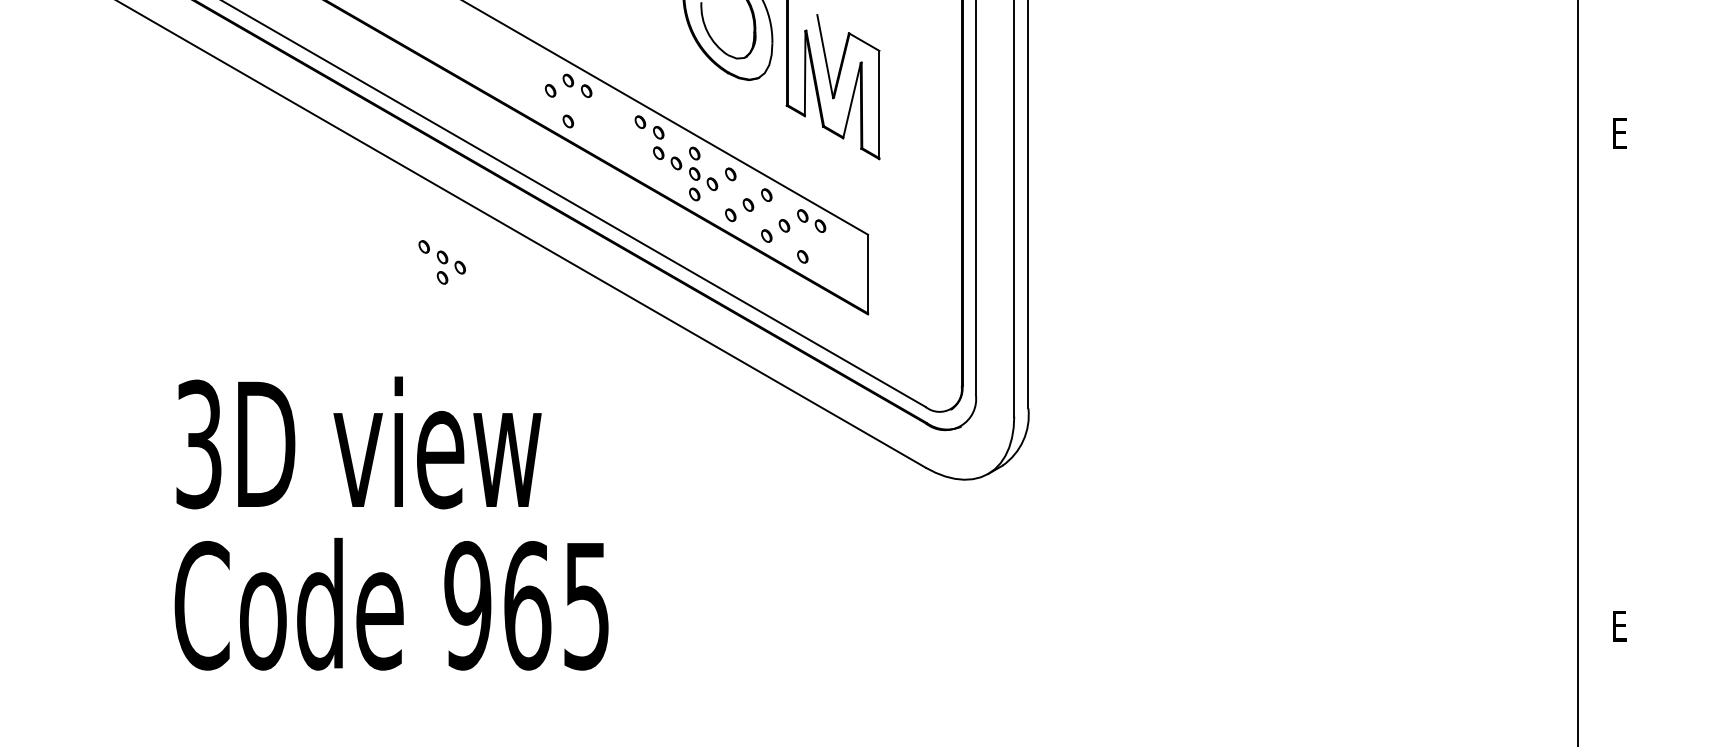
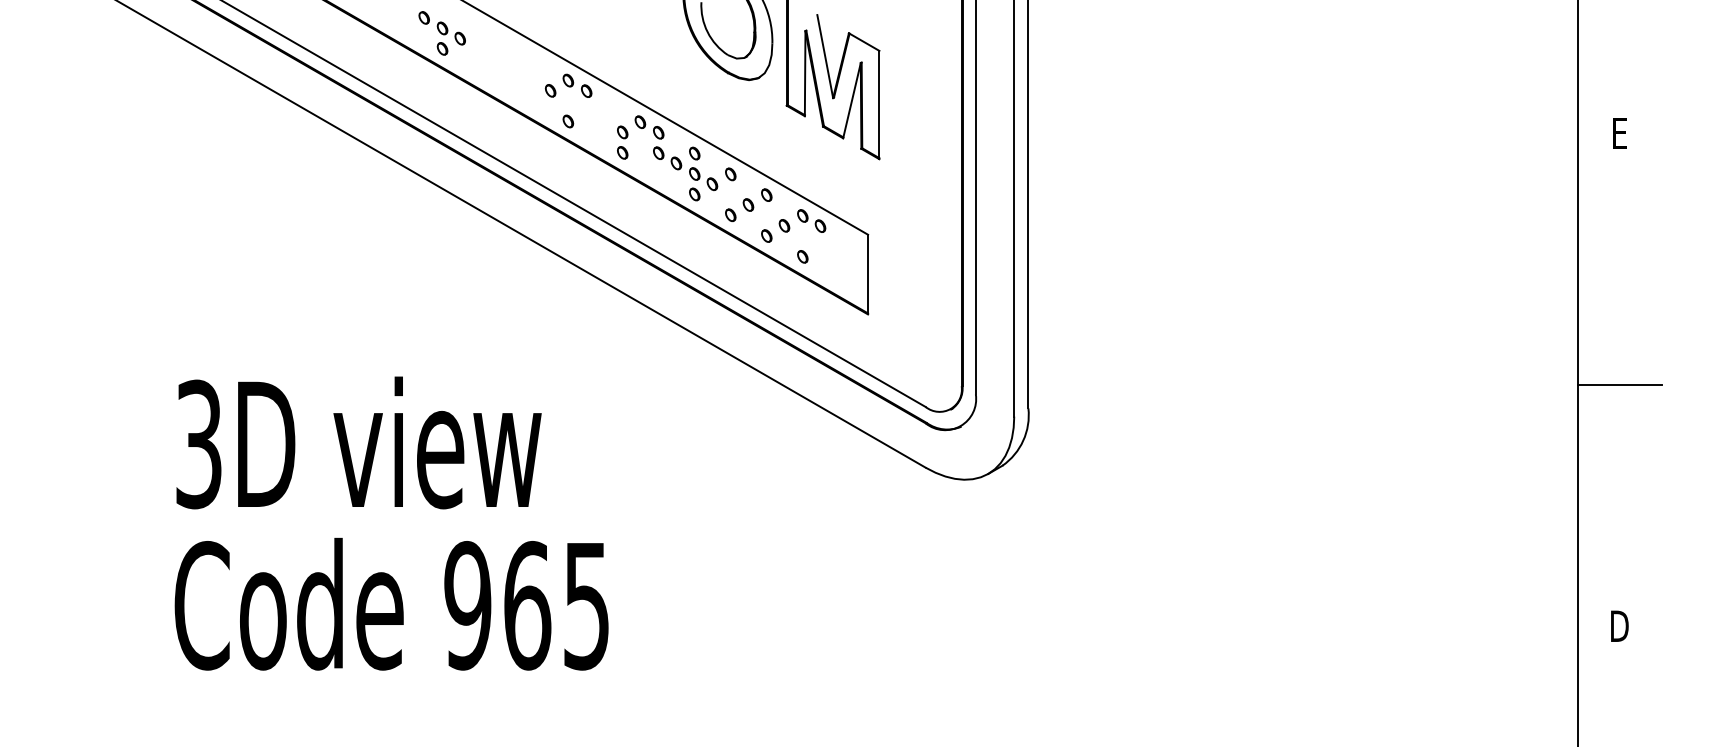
part at (622, 142): none -> present
part at (441, 262) position: (441, 262) -> (441, 33)
line at (1619, 384): none -> present
text at (1619, 625): E -> D
